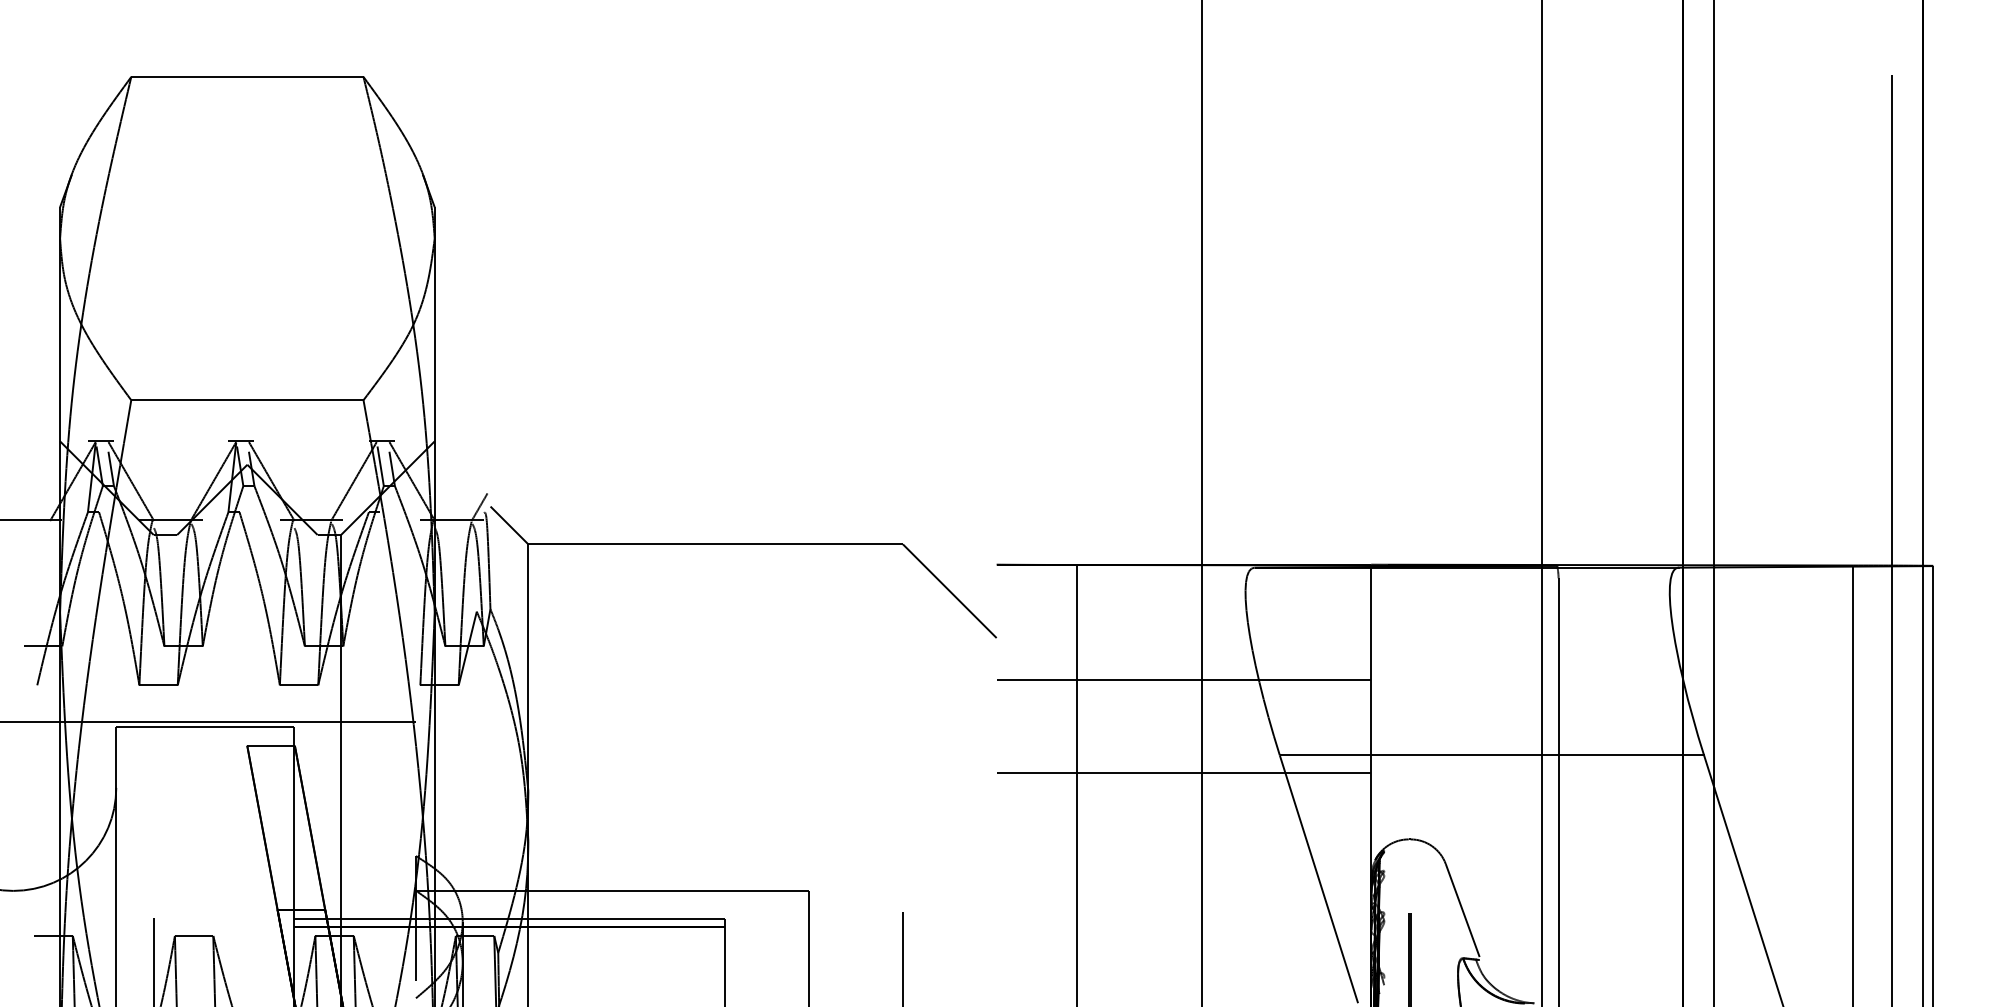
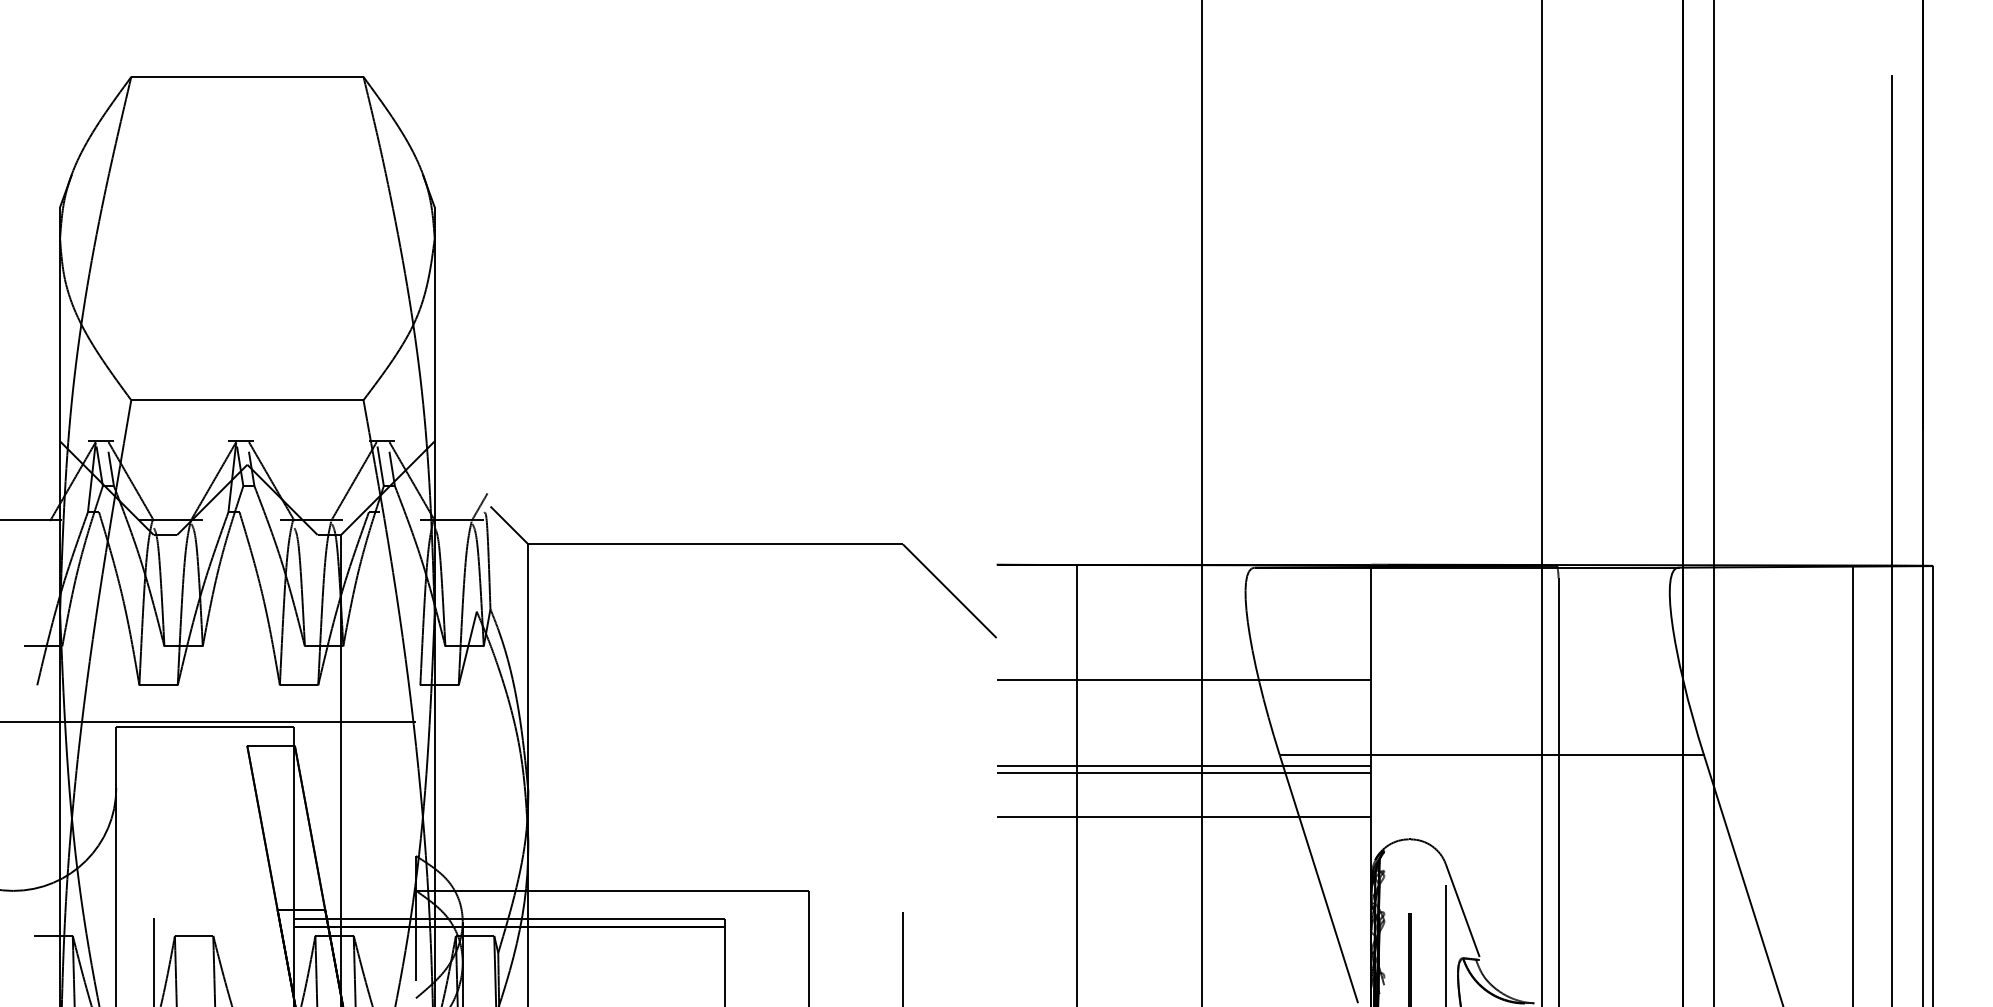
line at (1183, 766): none -> present
line at (1183, 816): none -> present
line at (1445, 935): none -> present
